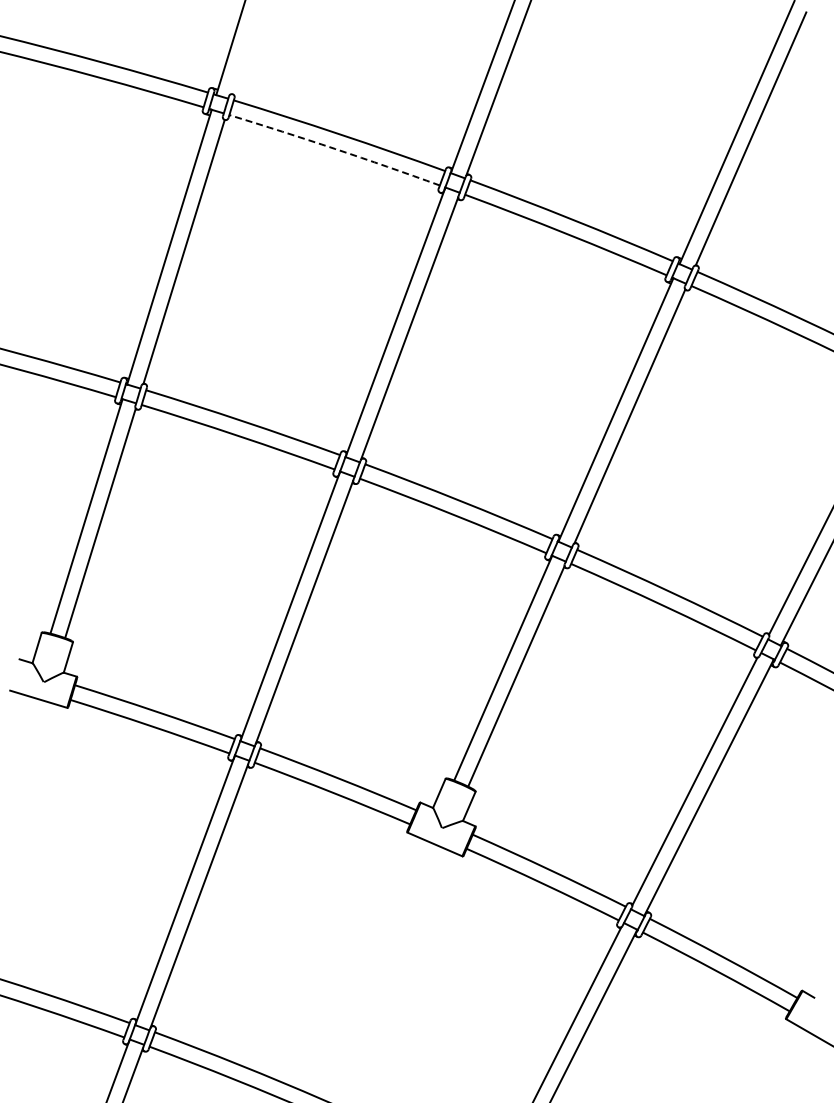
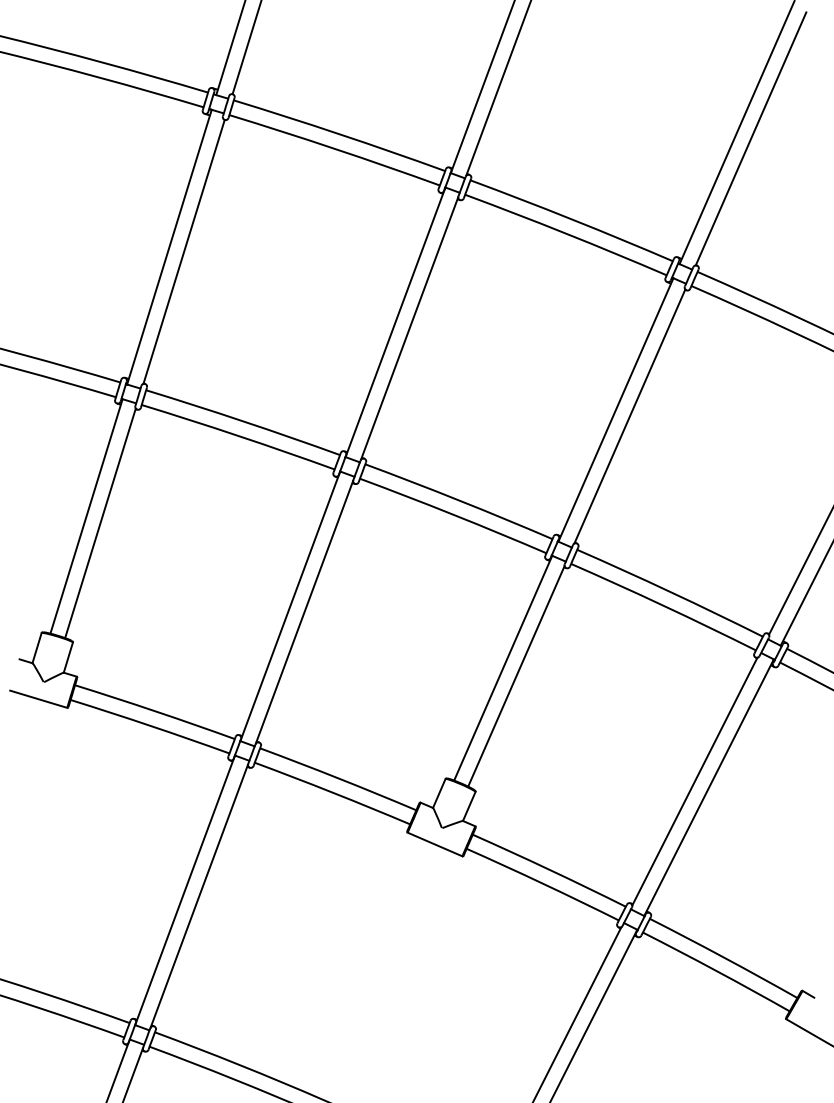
line at (246, 48): none -> present
arc at (335, 148): dashed -> solid
